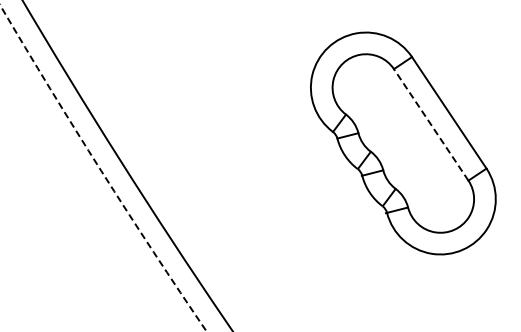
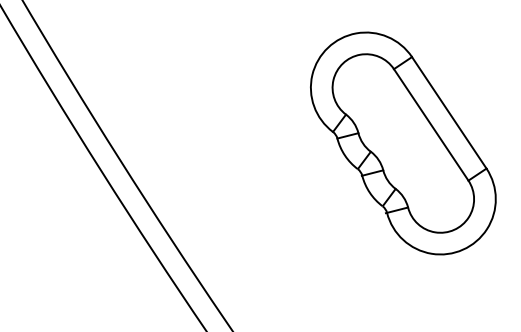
line at (430, 124): dashed -> solid
arc at (100, 170): dashed -> solid
